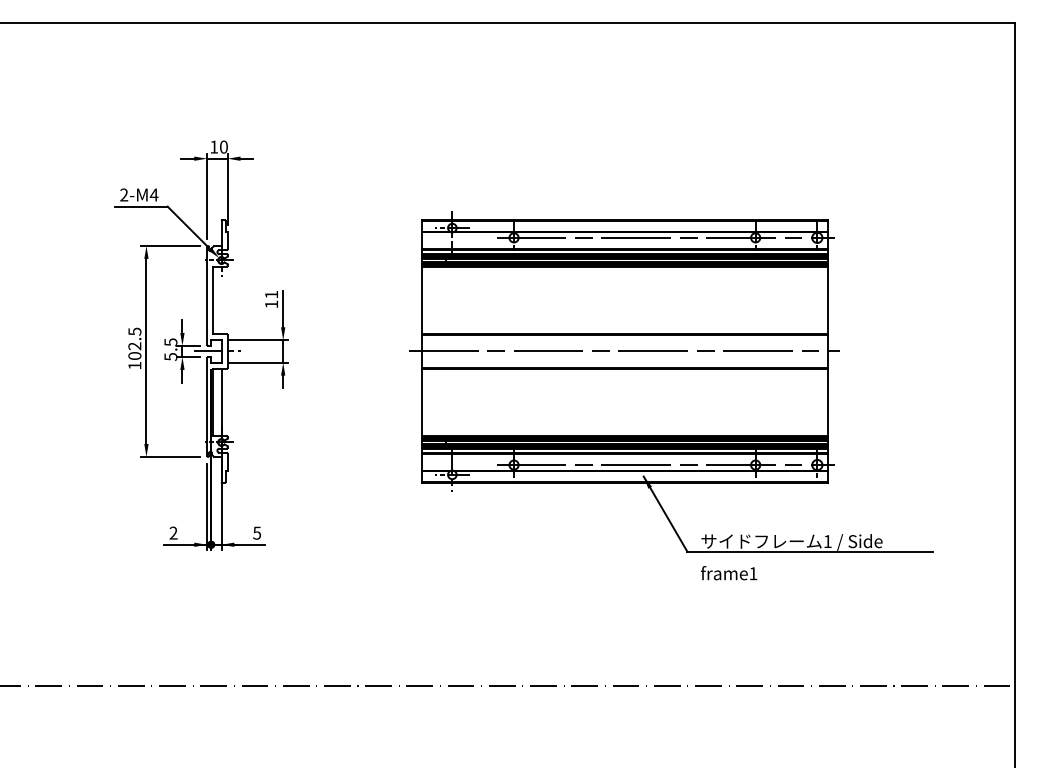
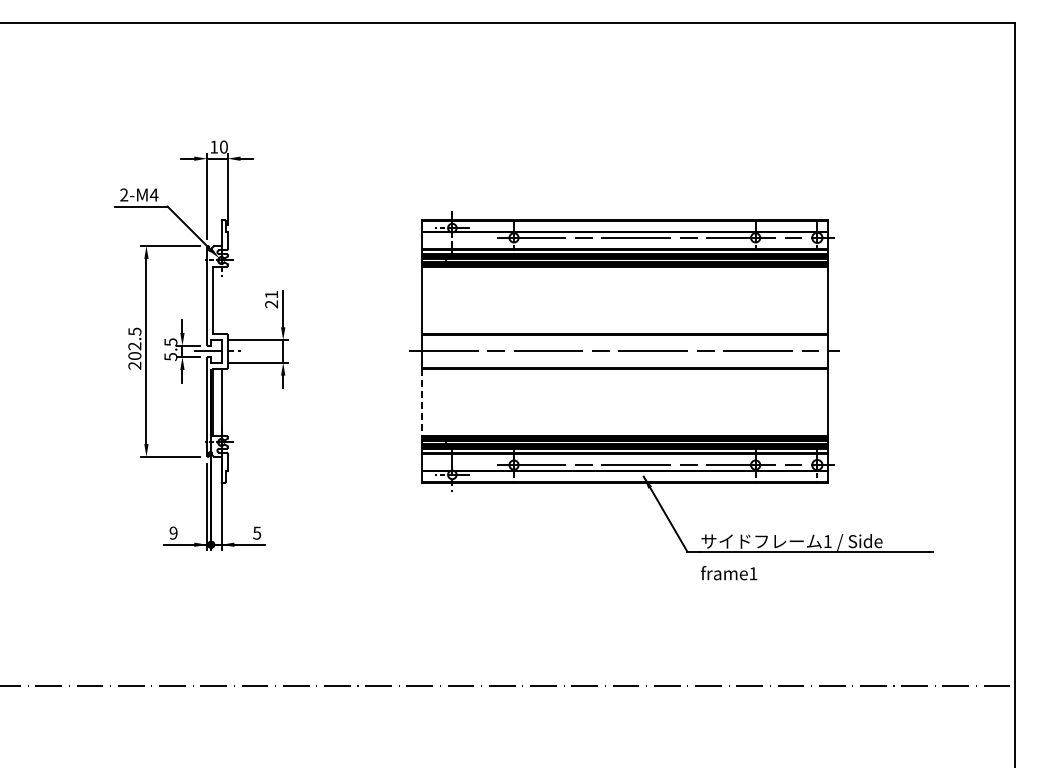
text at (271, 304): 11 -> 21
text at (134, 365): 102.5 -> 202.5
line at (421, 402): solid -> dashed
text at (173, 533): 2 -> 9
